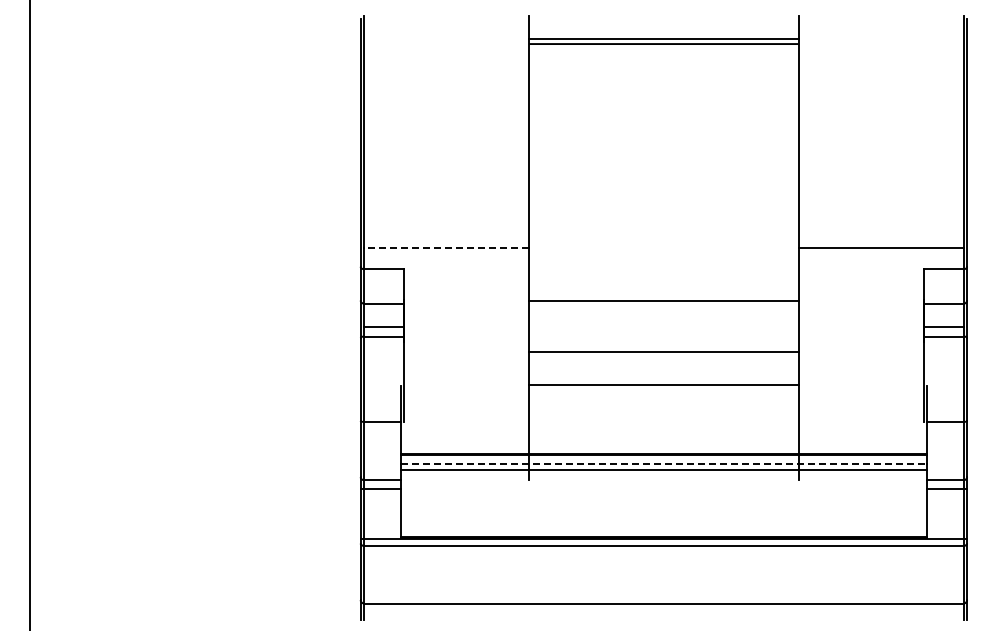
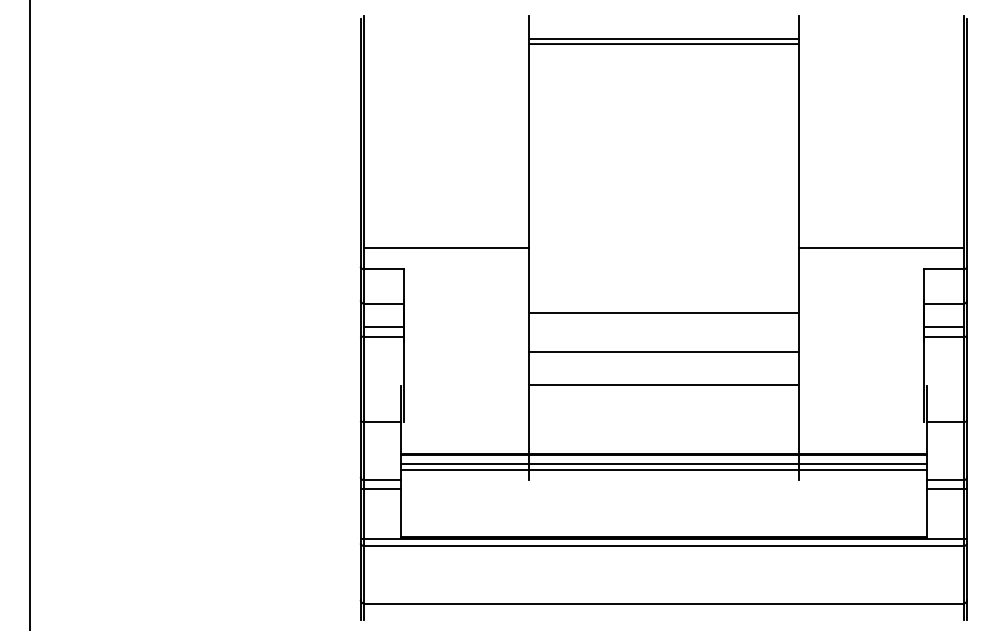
line at (446, 248): dashed -> solid
line at (663, 301) position: (663, 301) -> (663, 313)
line at (663, 464): dashed -> solid
